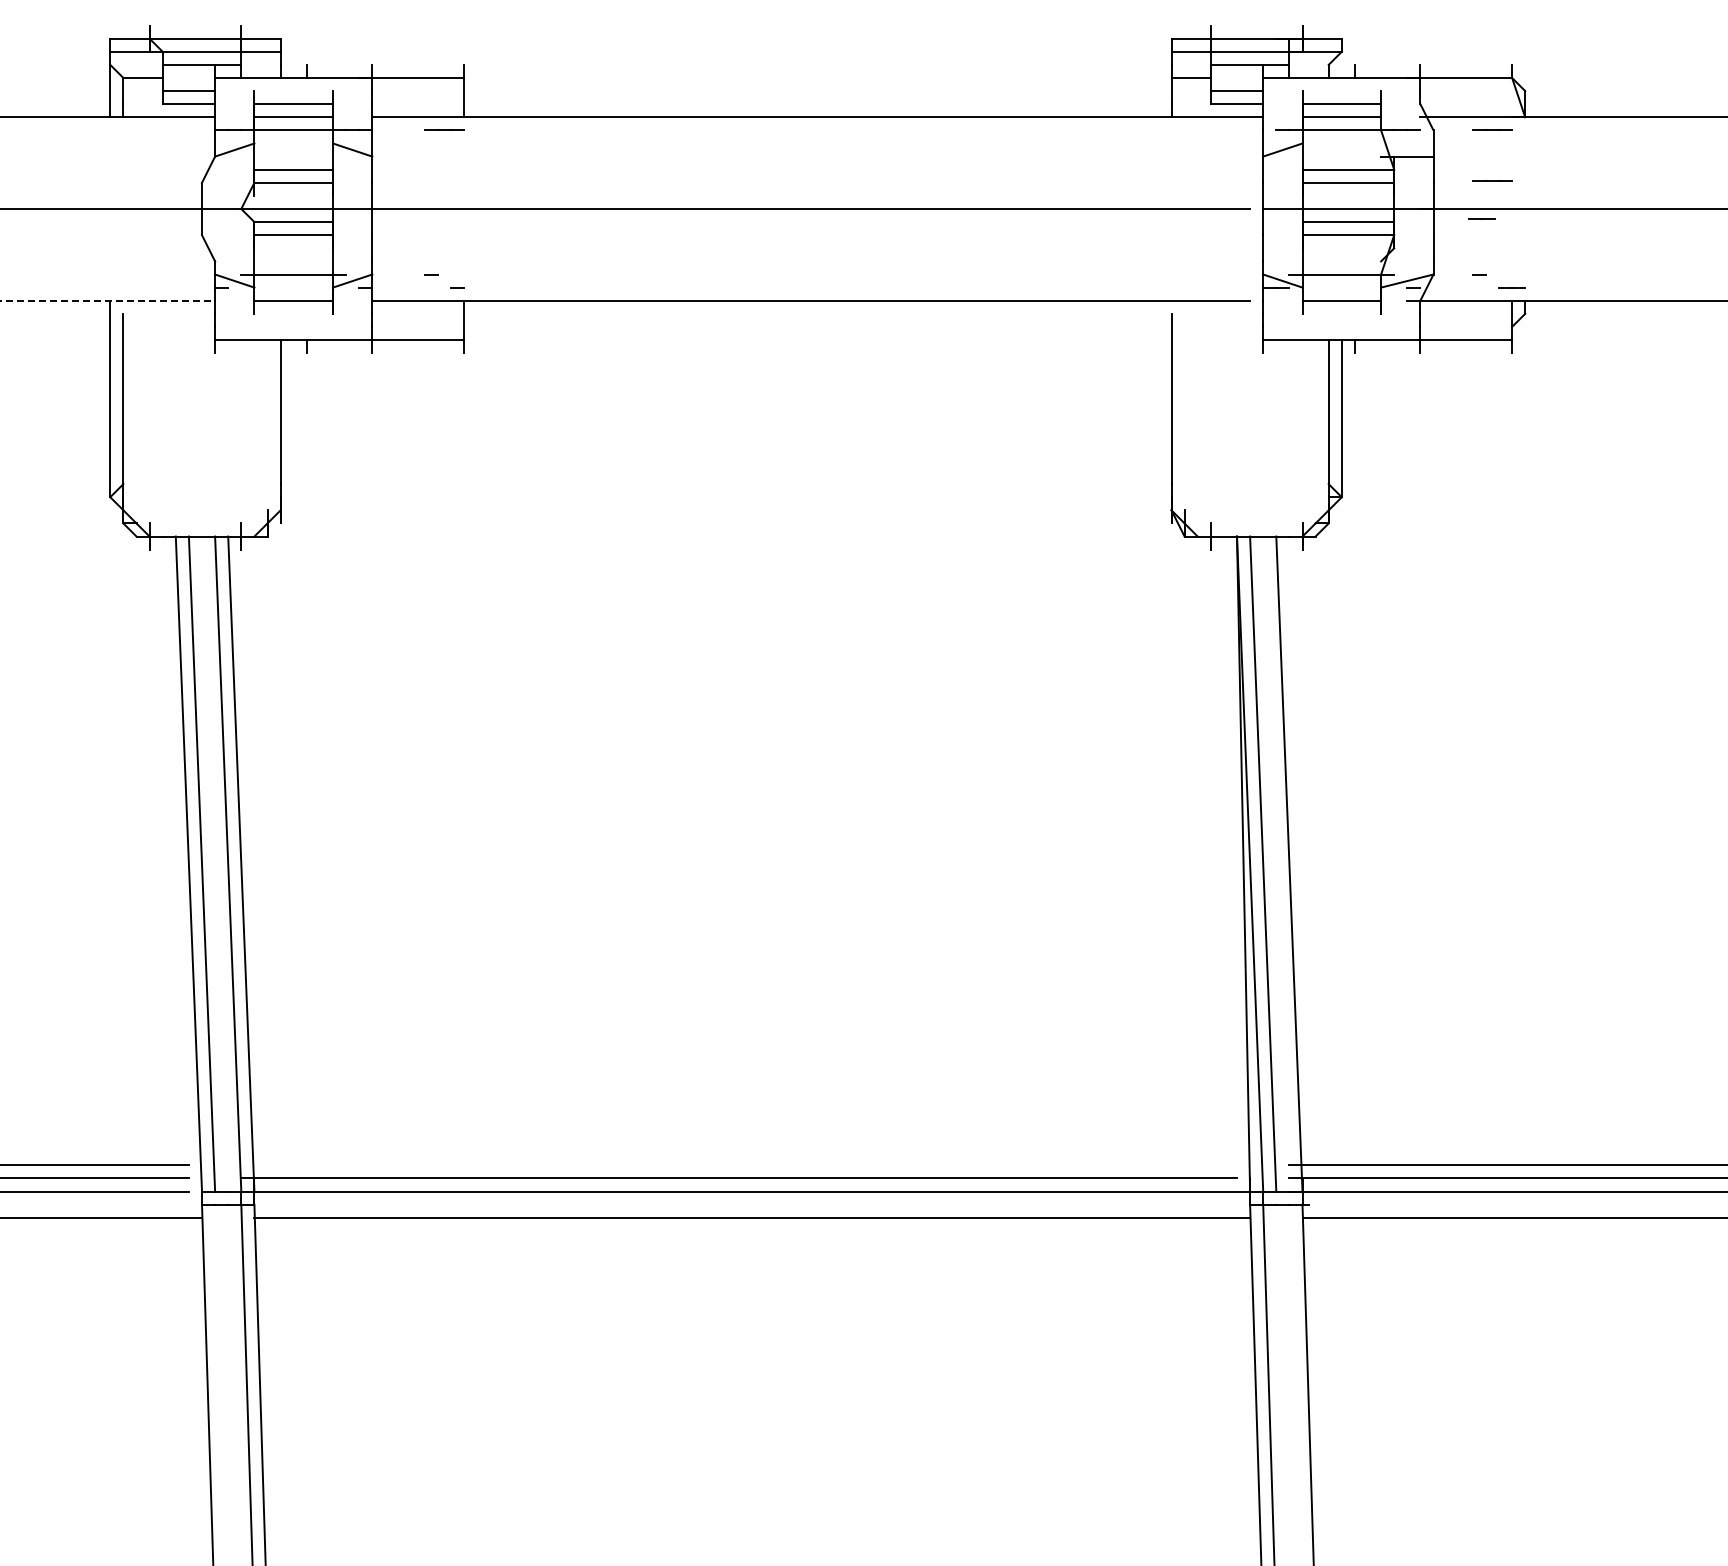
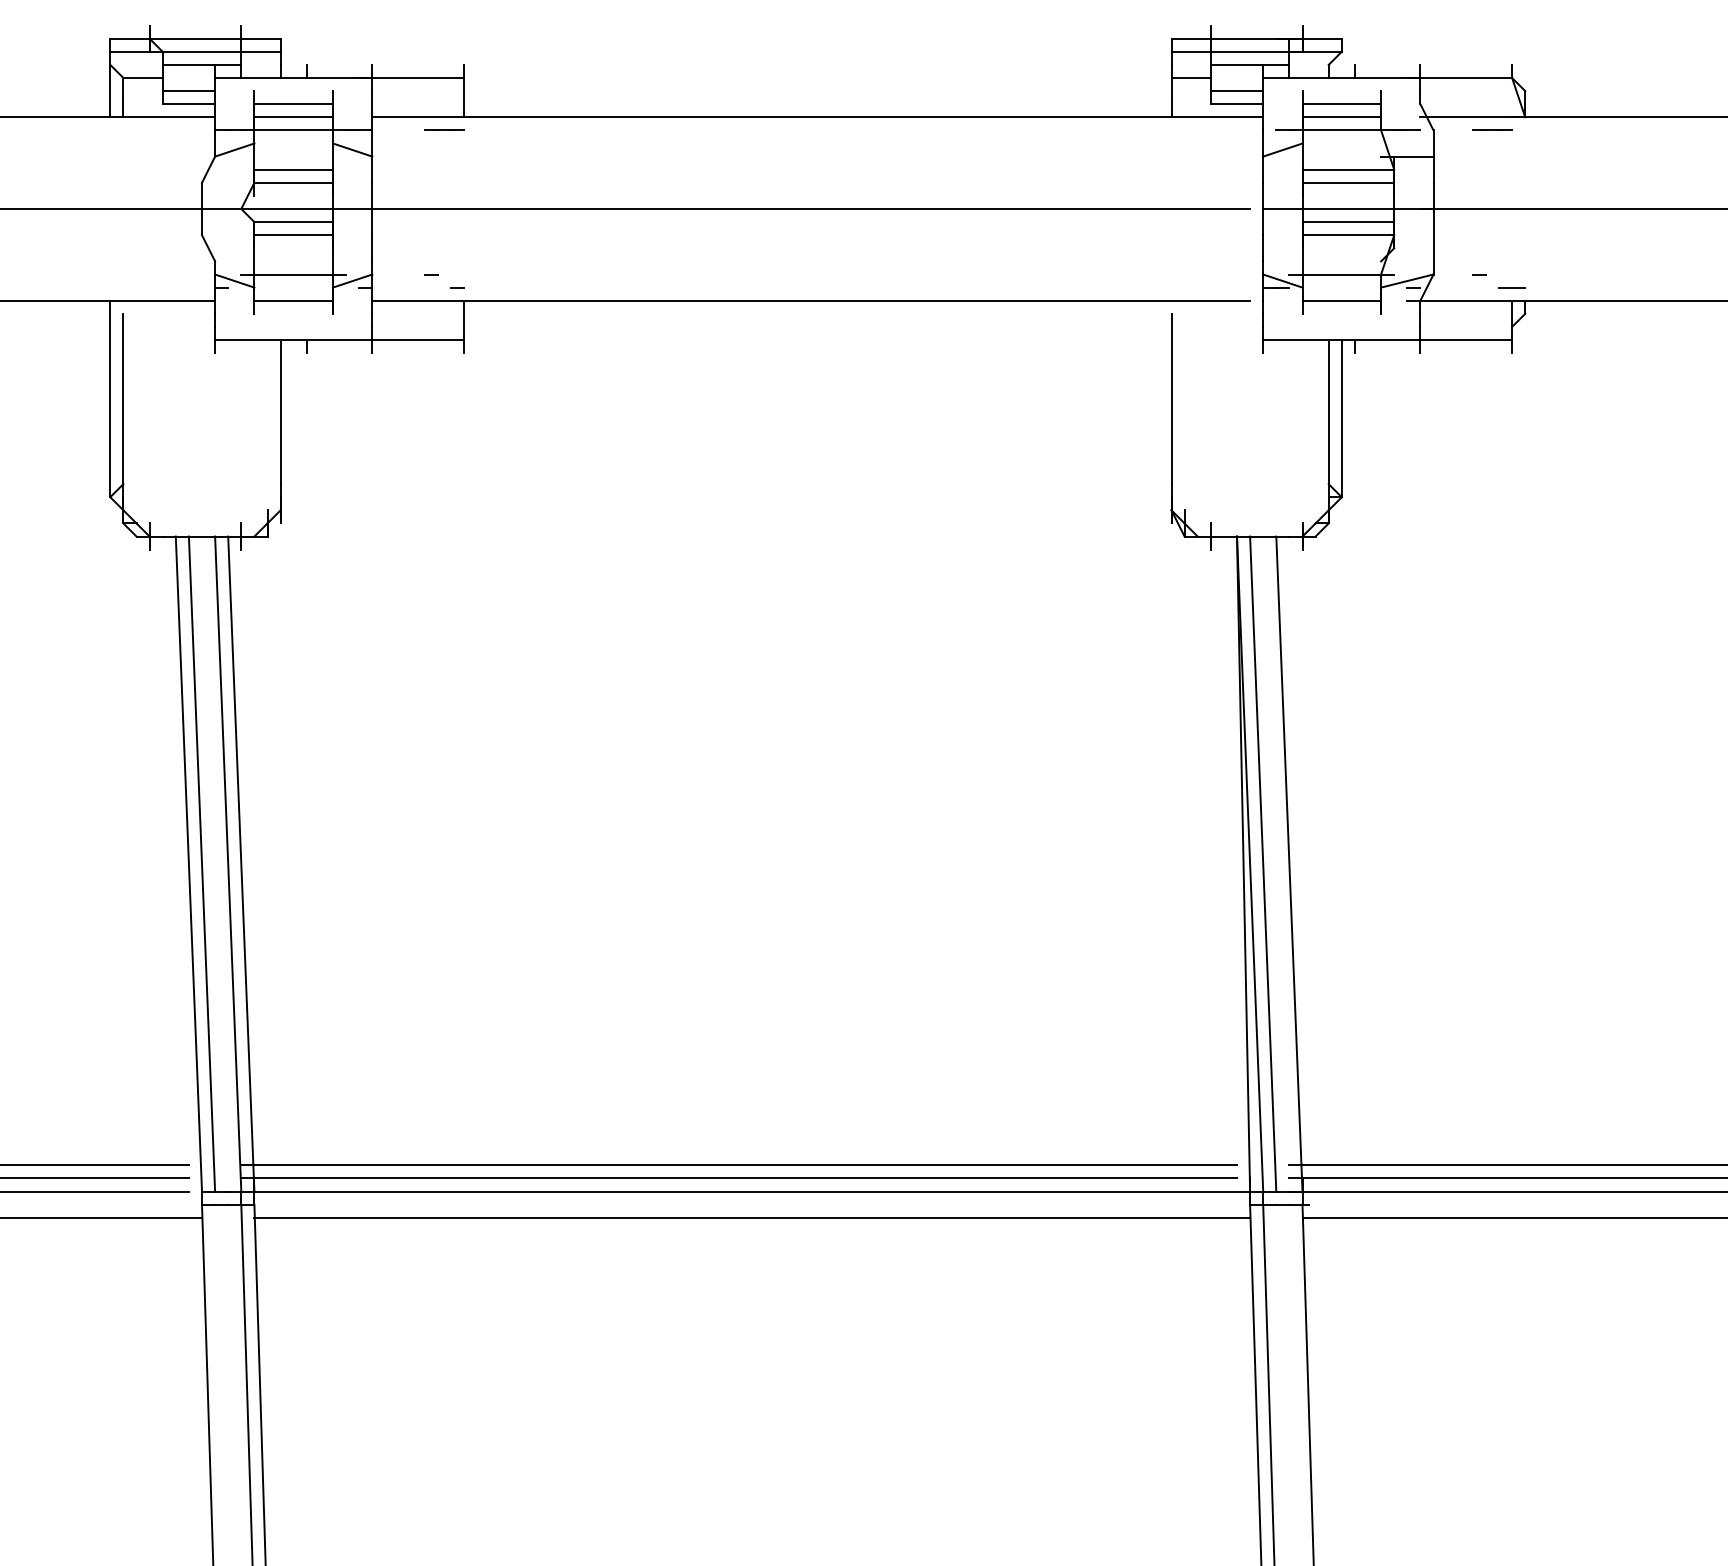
line at (1492, 180): present -> none
line at (1481, 218): present -> none
line at (108, 300): dashed -> solid
line at (739, 1165): none -> present
